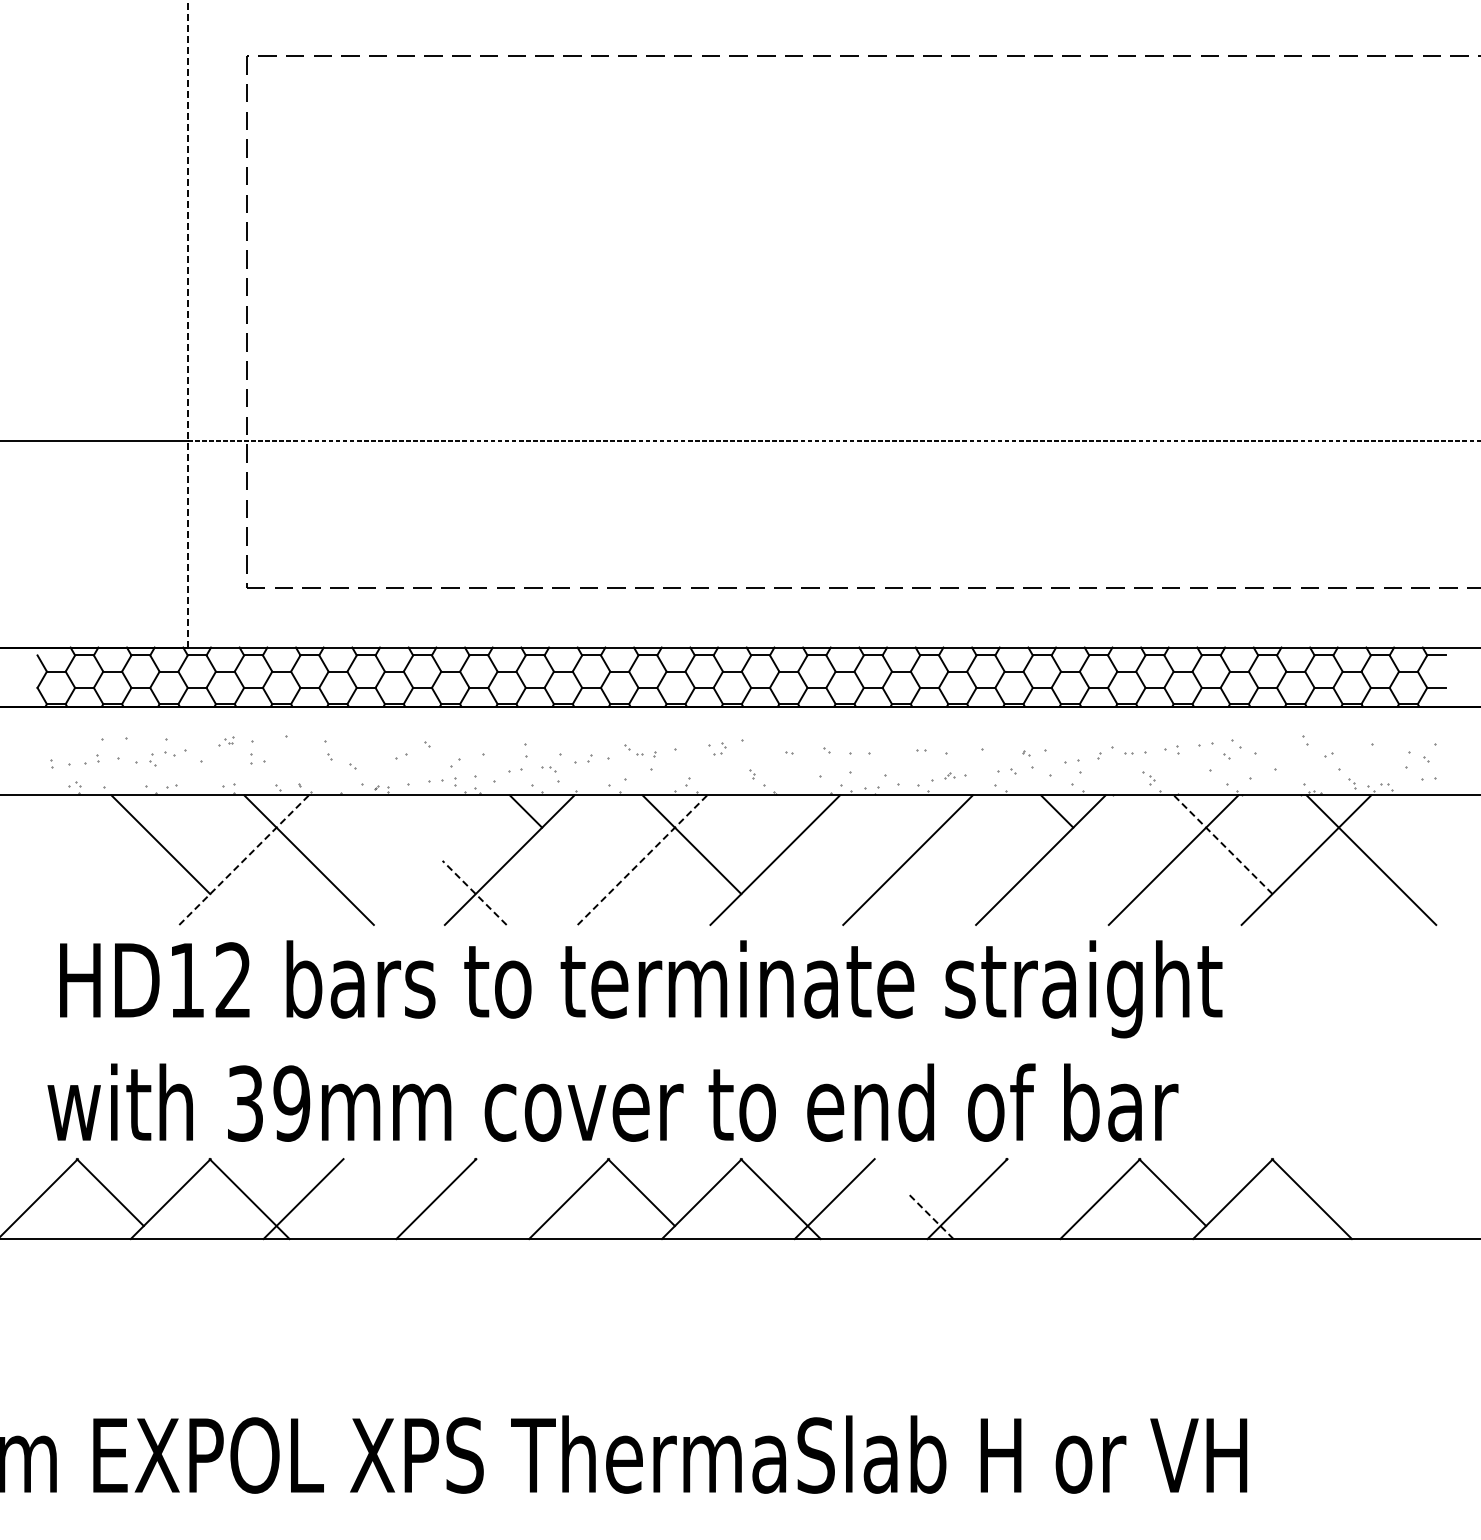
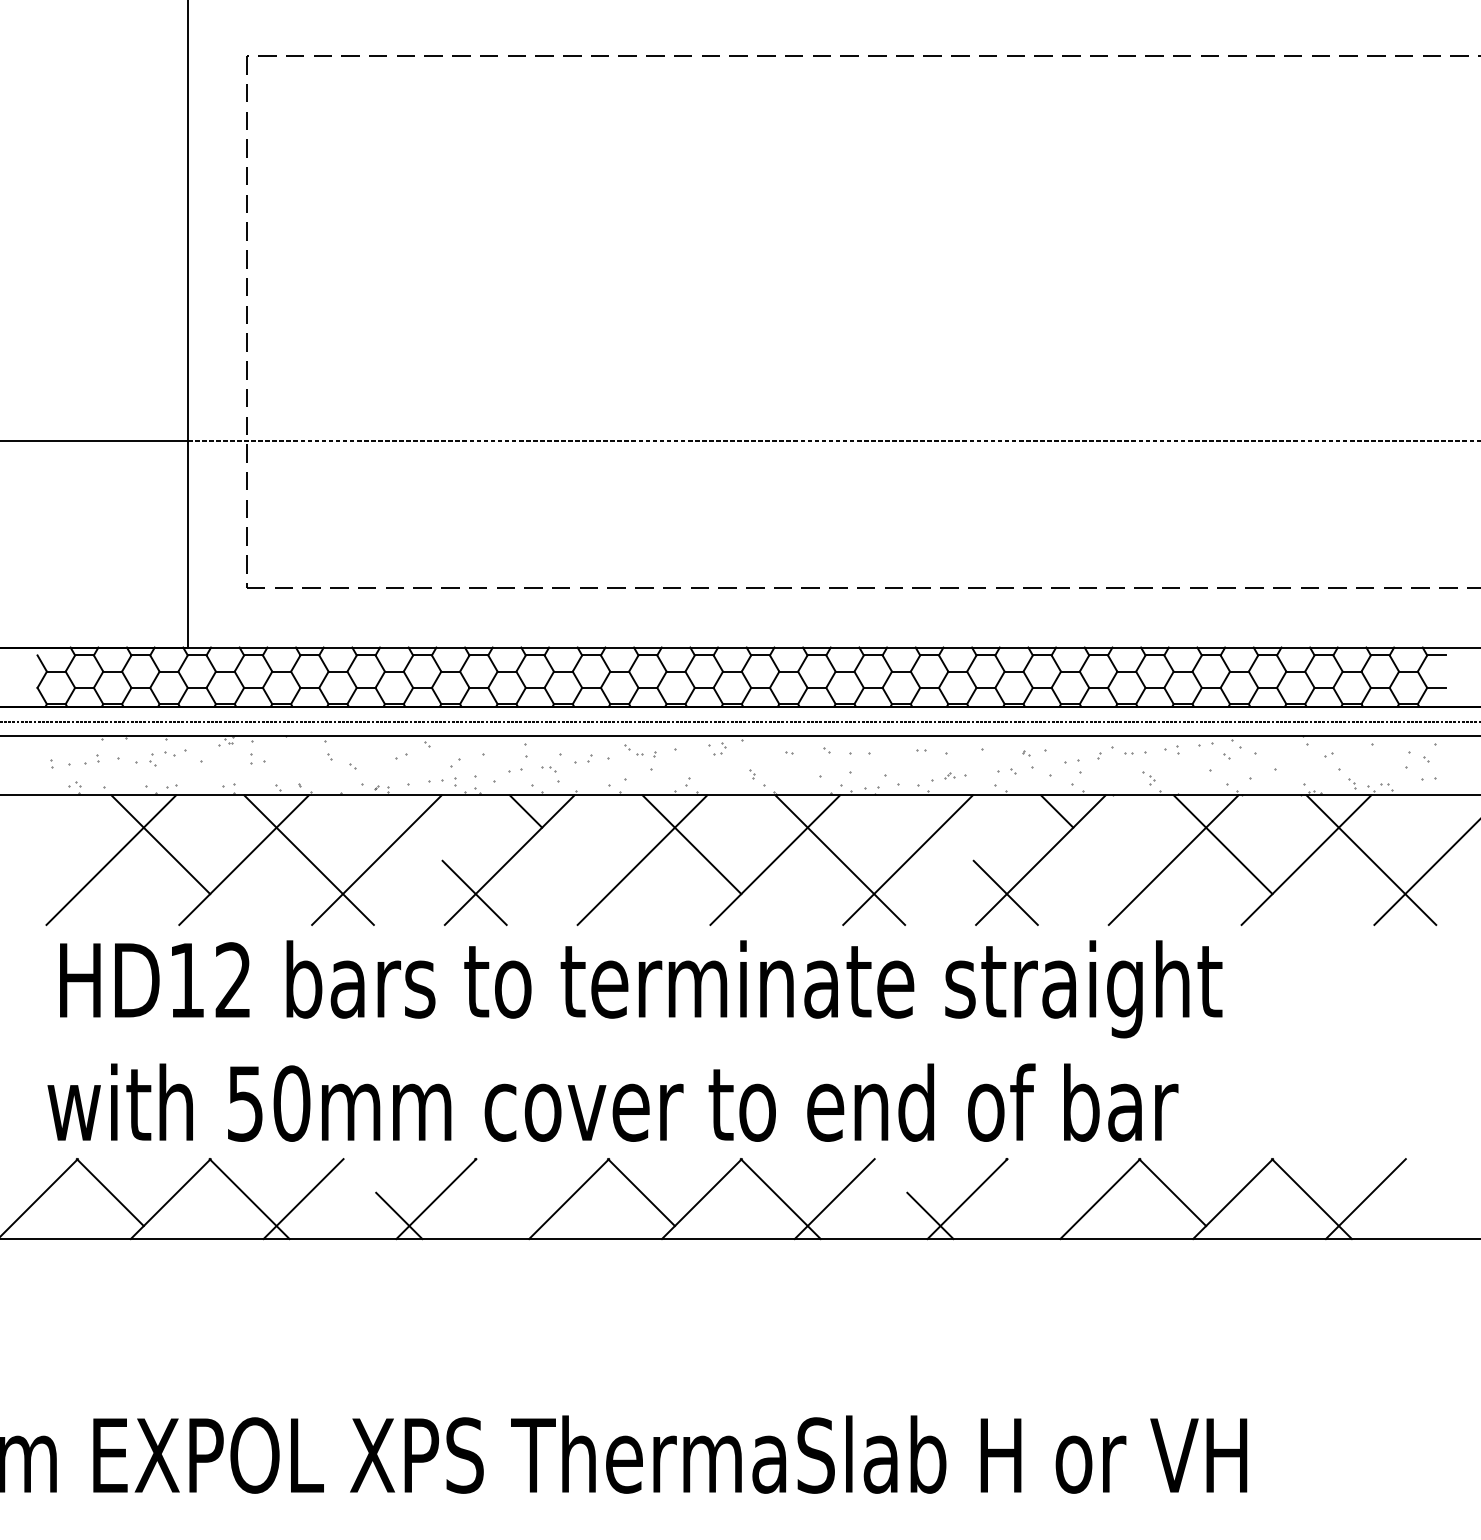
line at (187, 323): dashed -> solid
line at (739, 721): none -> present
line at (739, 736): none -> present
line at (1223, 844): dashed -> solid
line at (111, 859): none -> present
line at (376, 859): none -> present
line at (840, 859): none -> present
line at (244, 860): dashed -> solid
line at (642, 860): dashed -> solid
line at (1425, 872): none -> present
line at (474, 892): dashed -> solid
line at (1005, 892): none -> present
text at (269, 1103): 39mm -> 50mm
line at (1365, 1199): none -> present
line at (399, 1215): none -> present
line at (930, 1215): dashed -> solid
